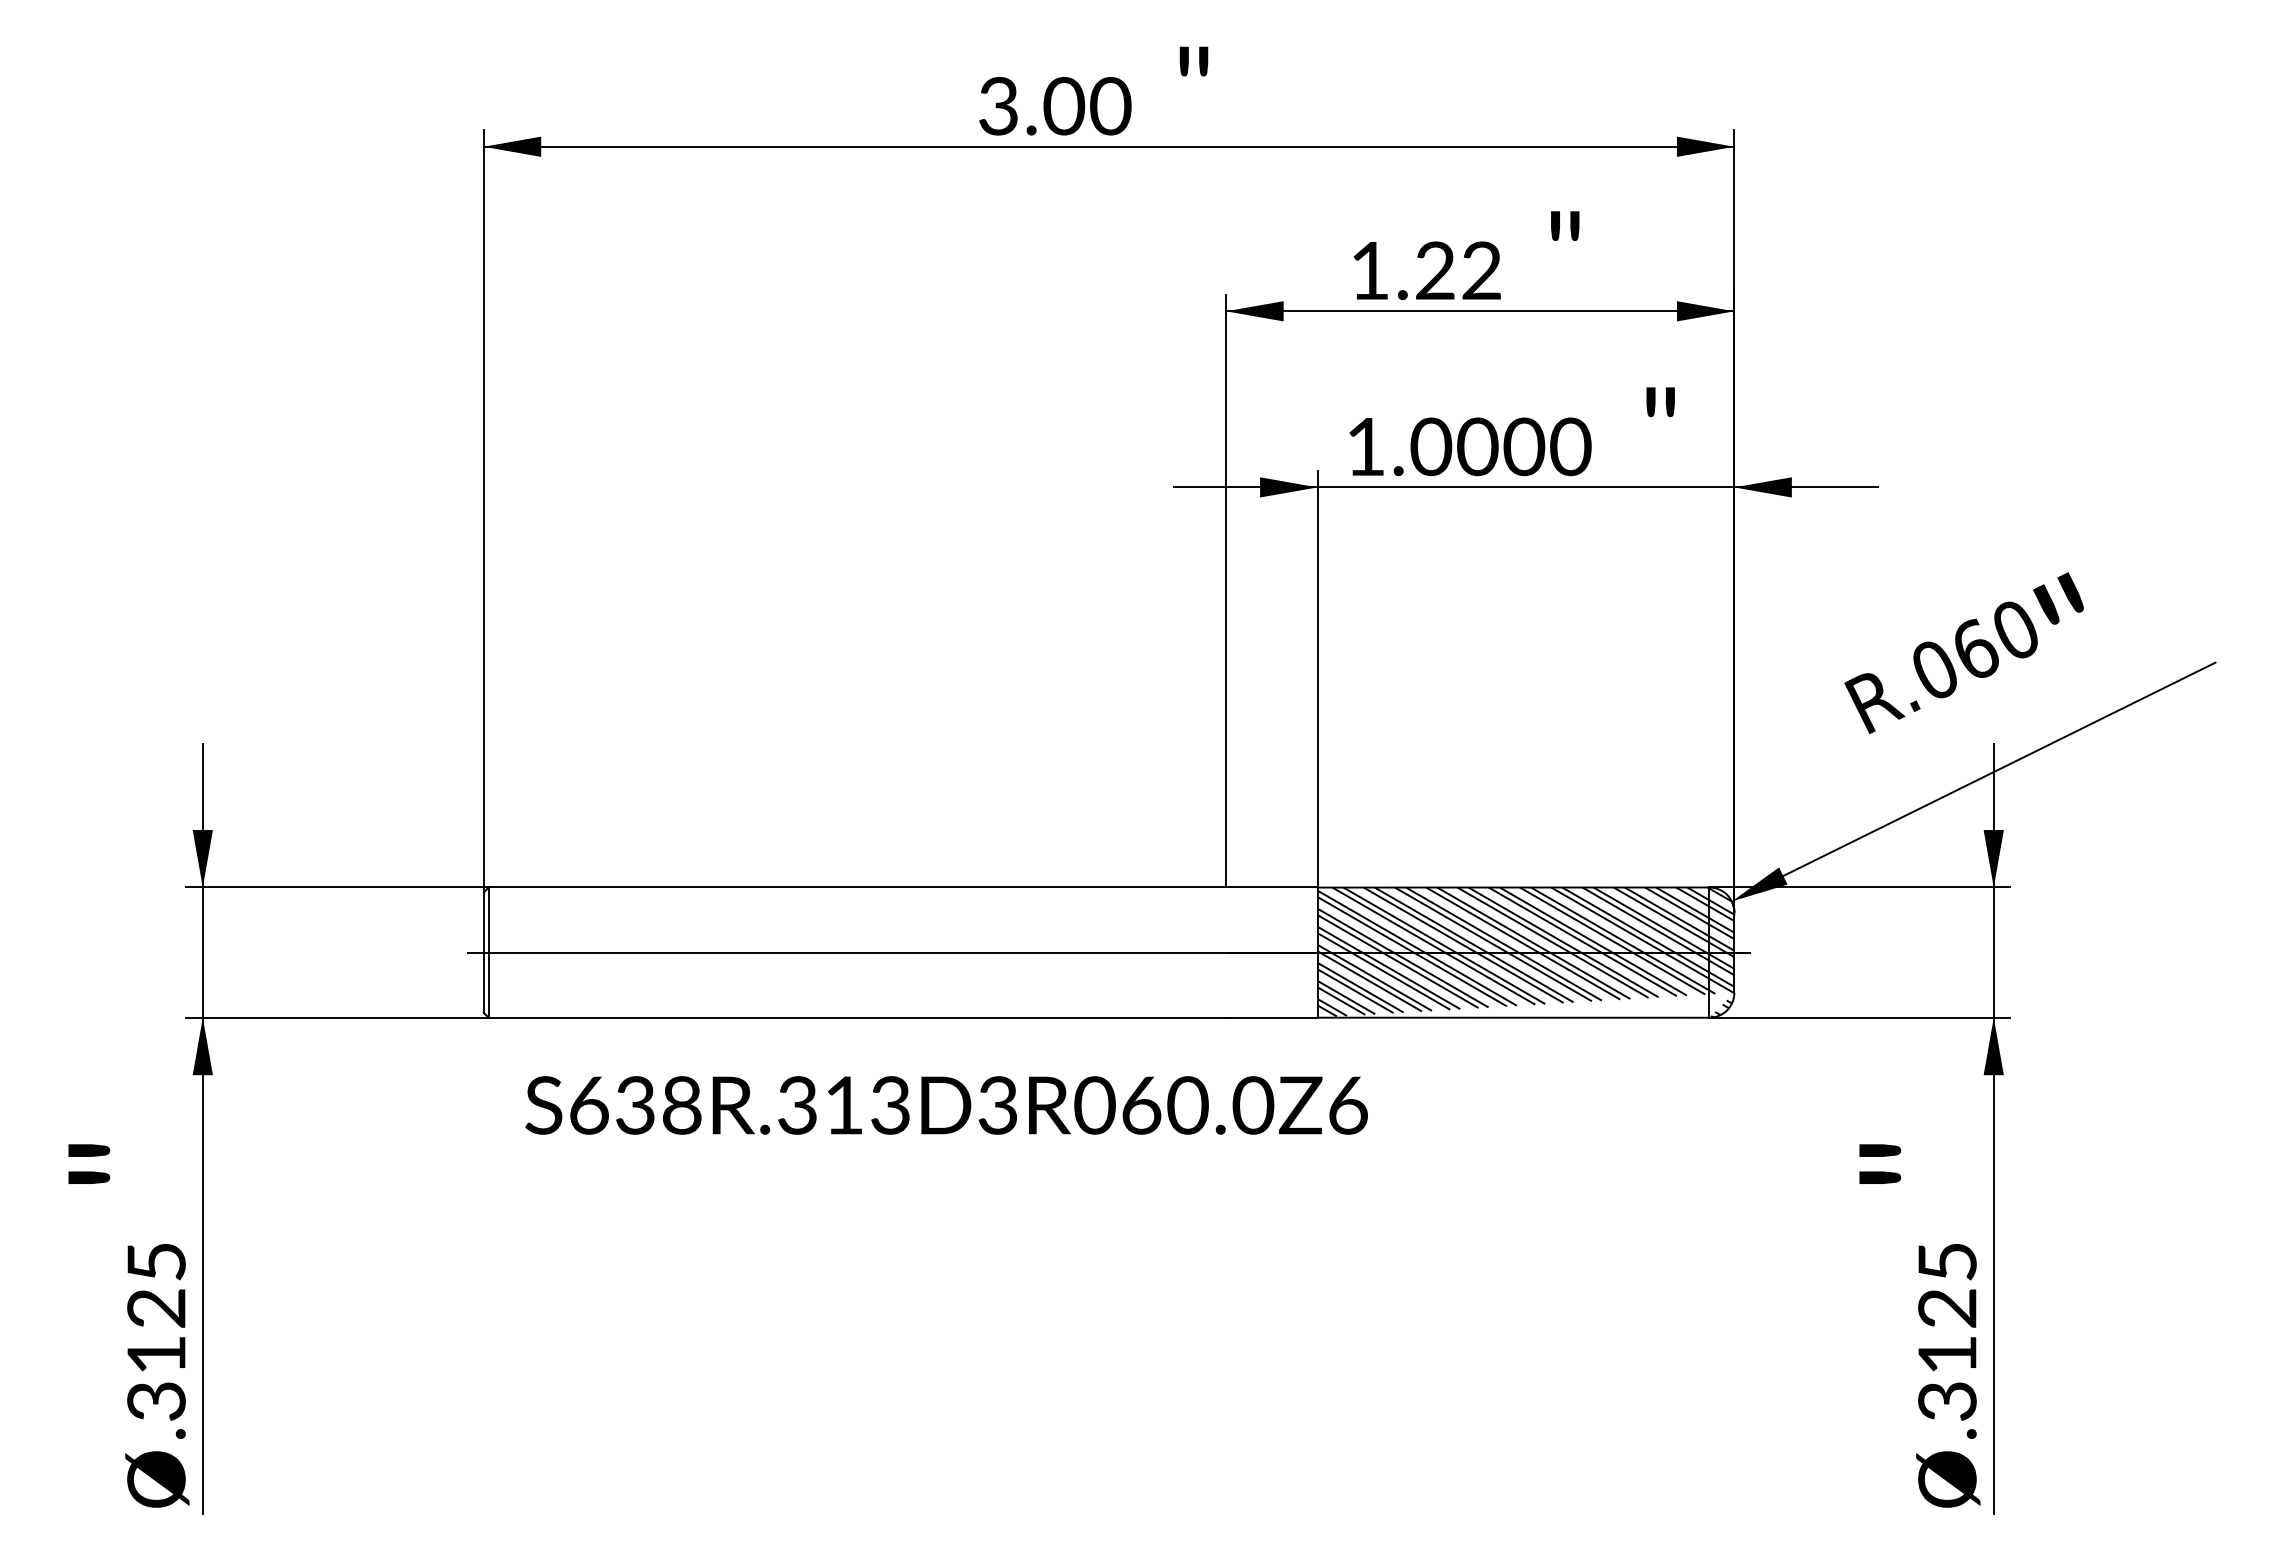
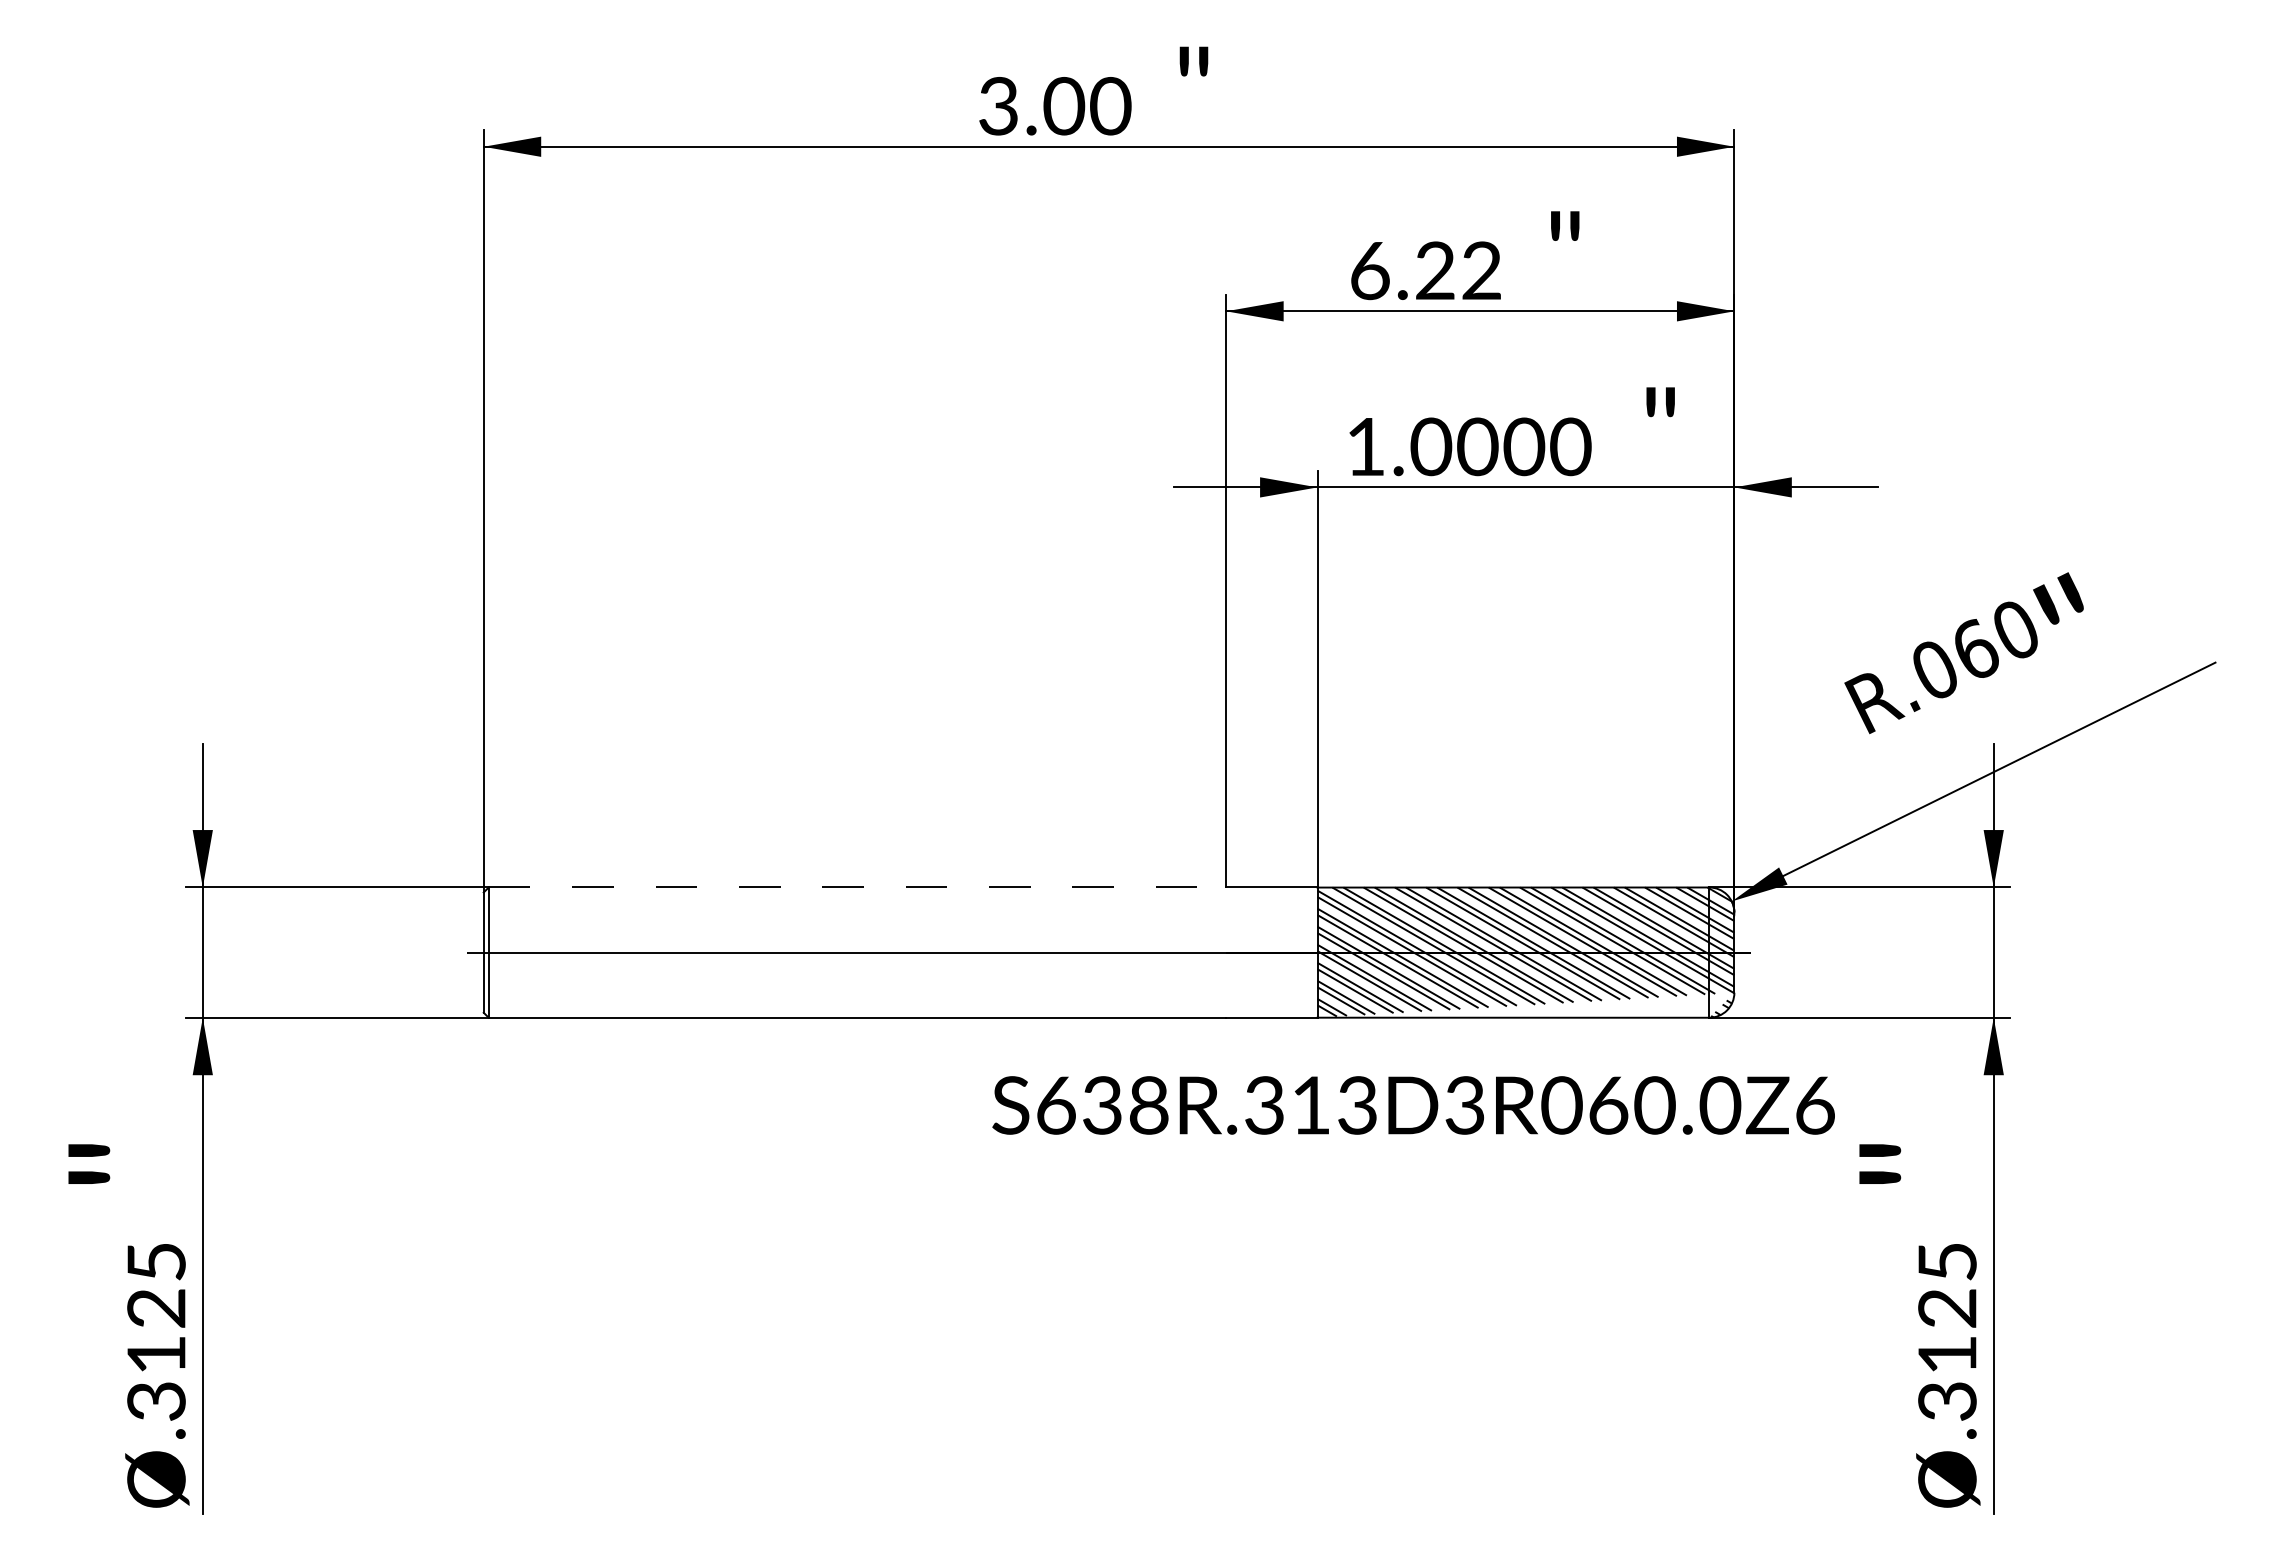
text at (1370, 271): 1.22 -> 6.22
line at (857, 887): solid -> dashed
text at (946, 1105) position: (946, 1105) -> (1413, 1105)
